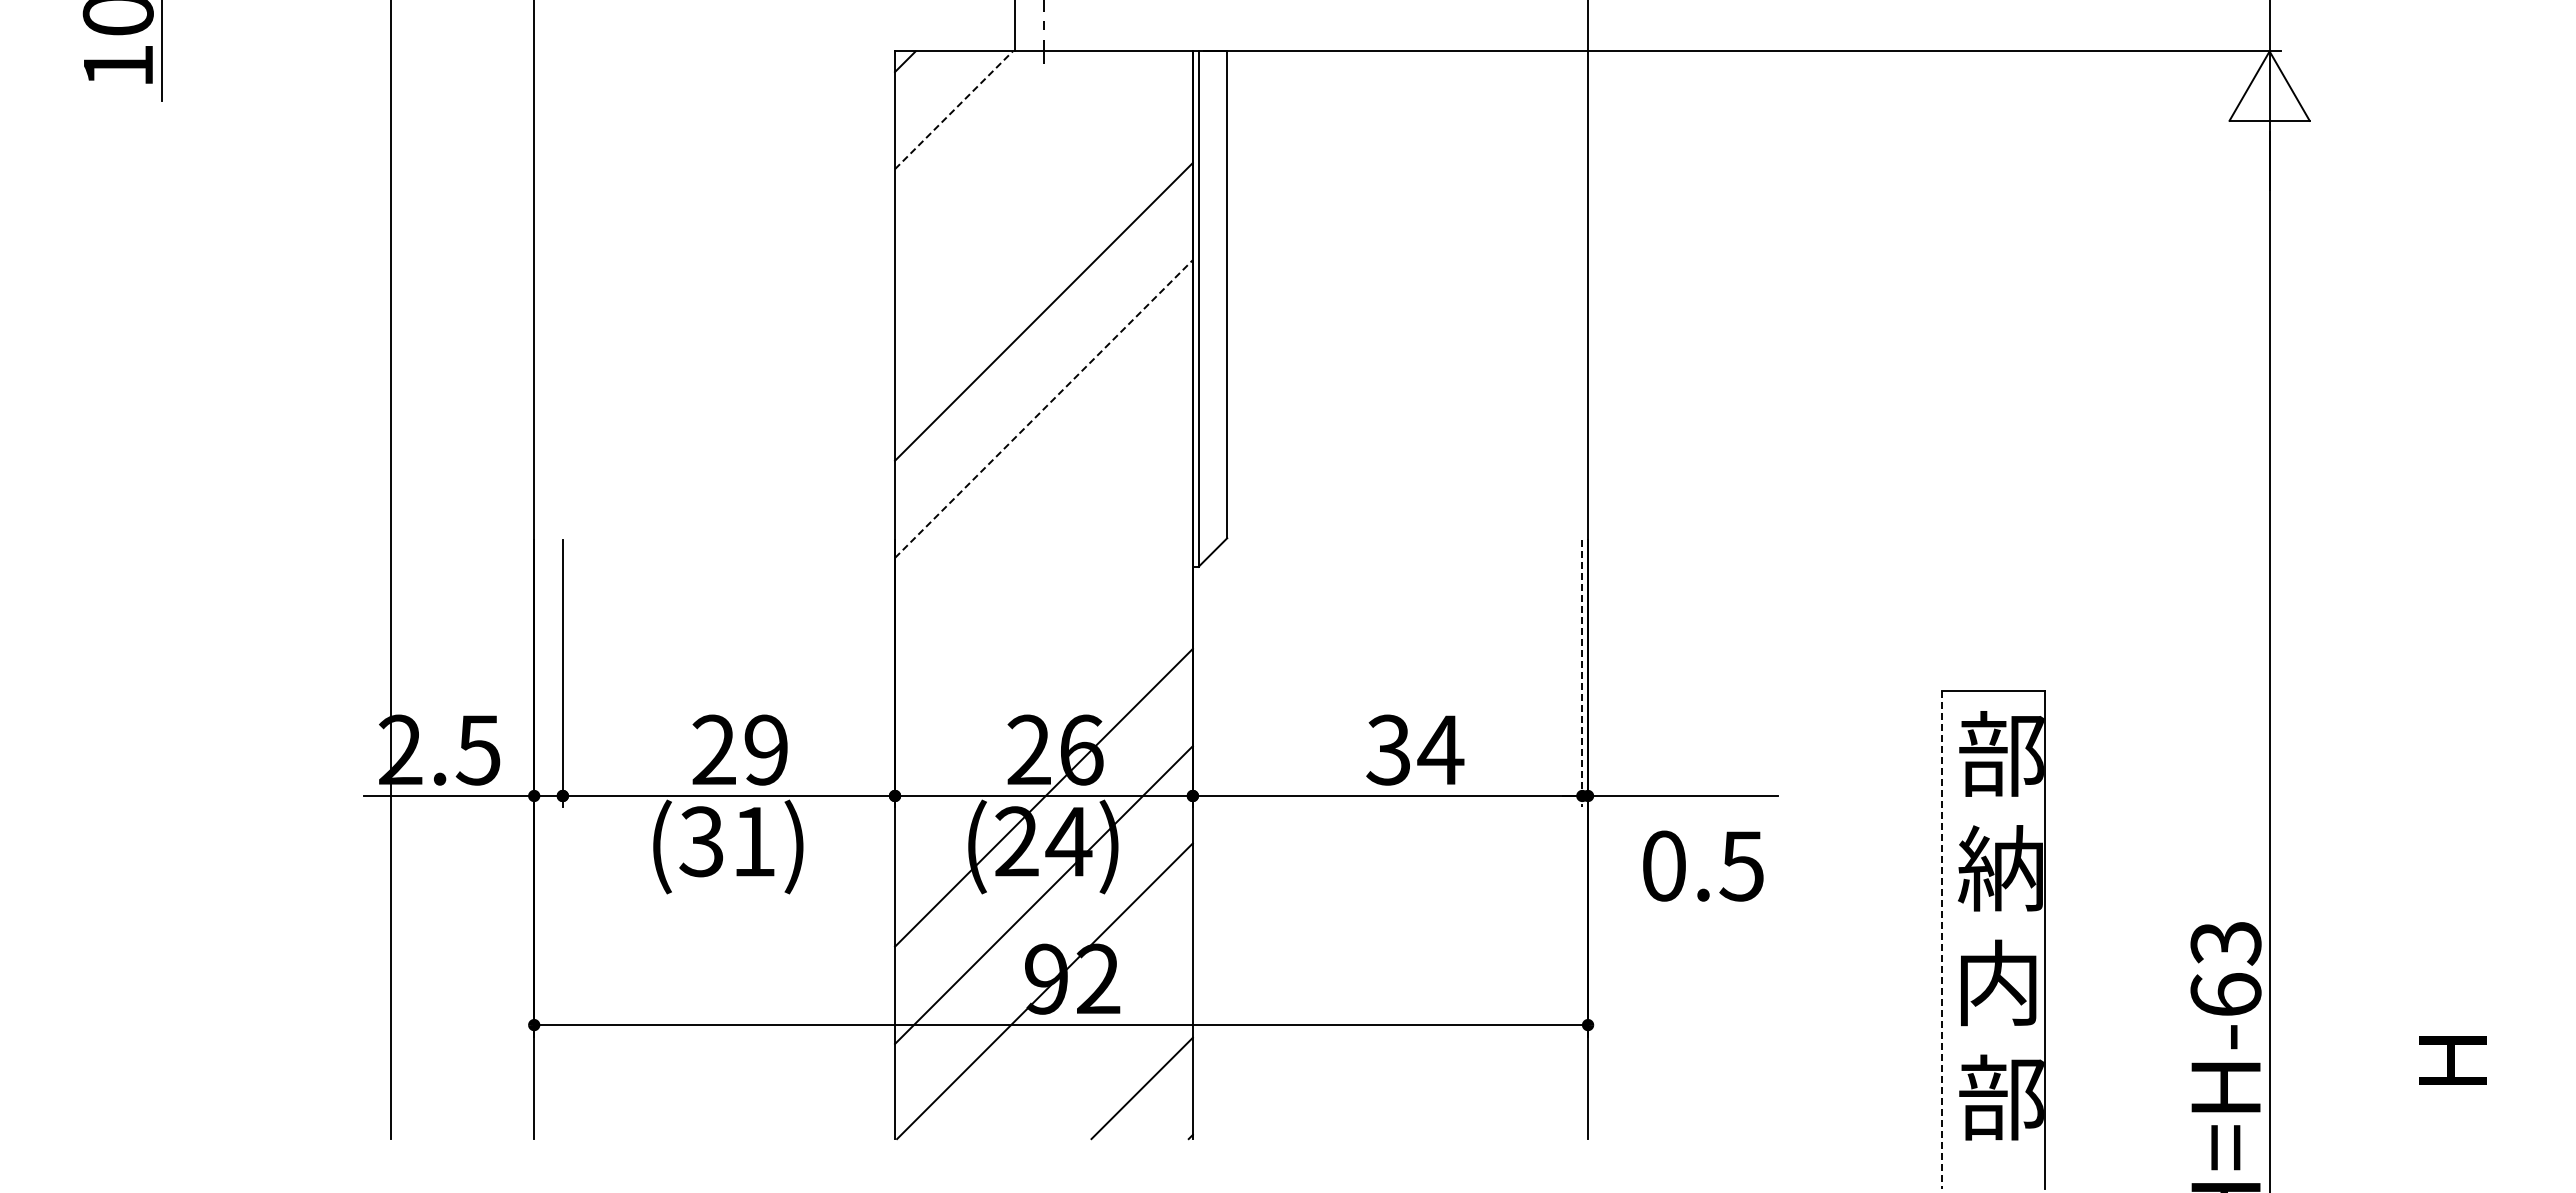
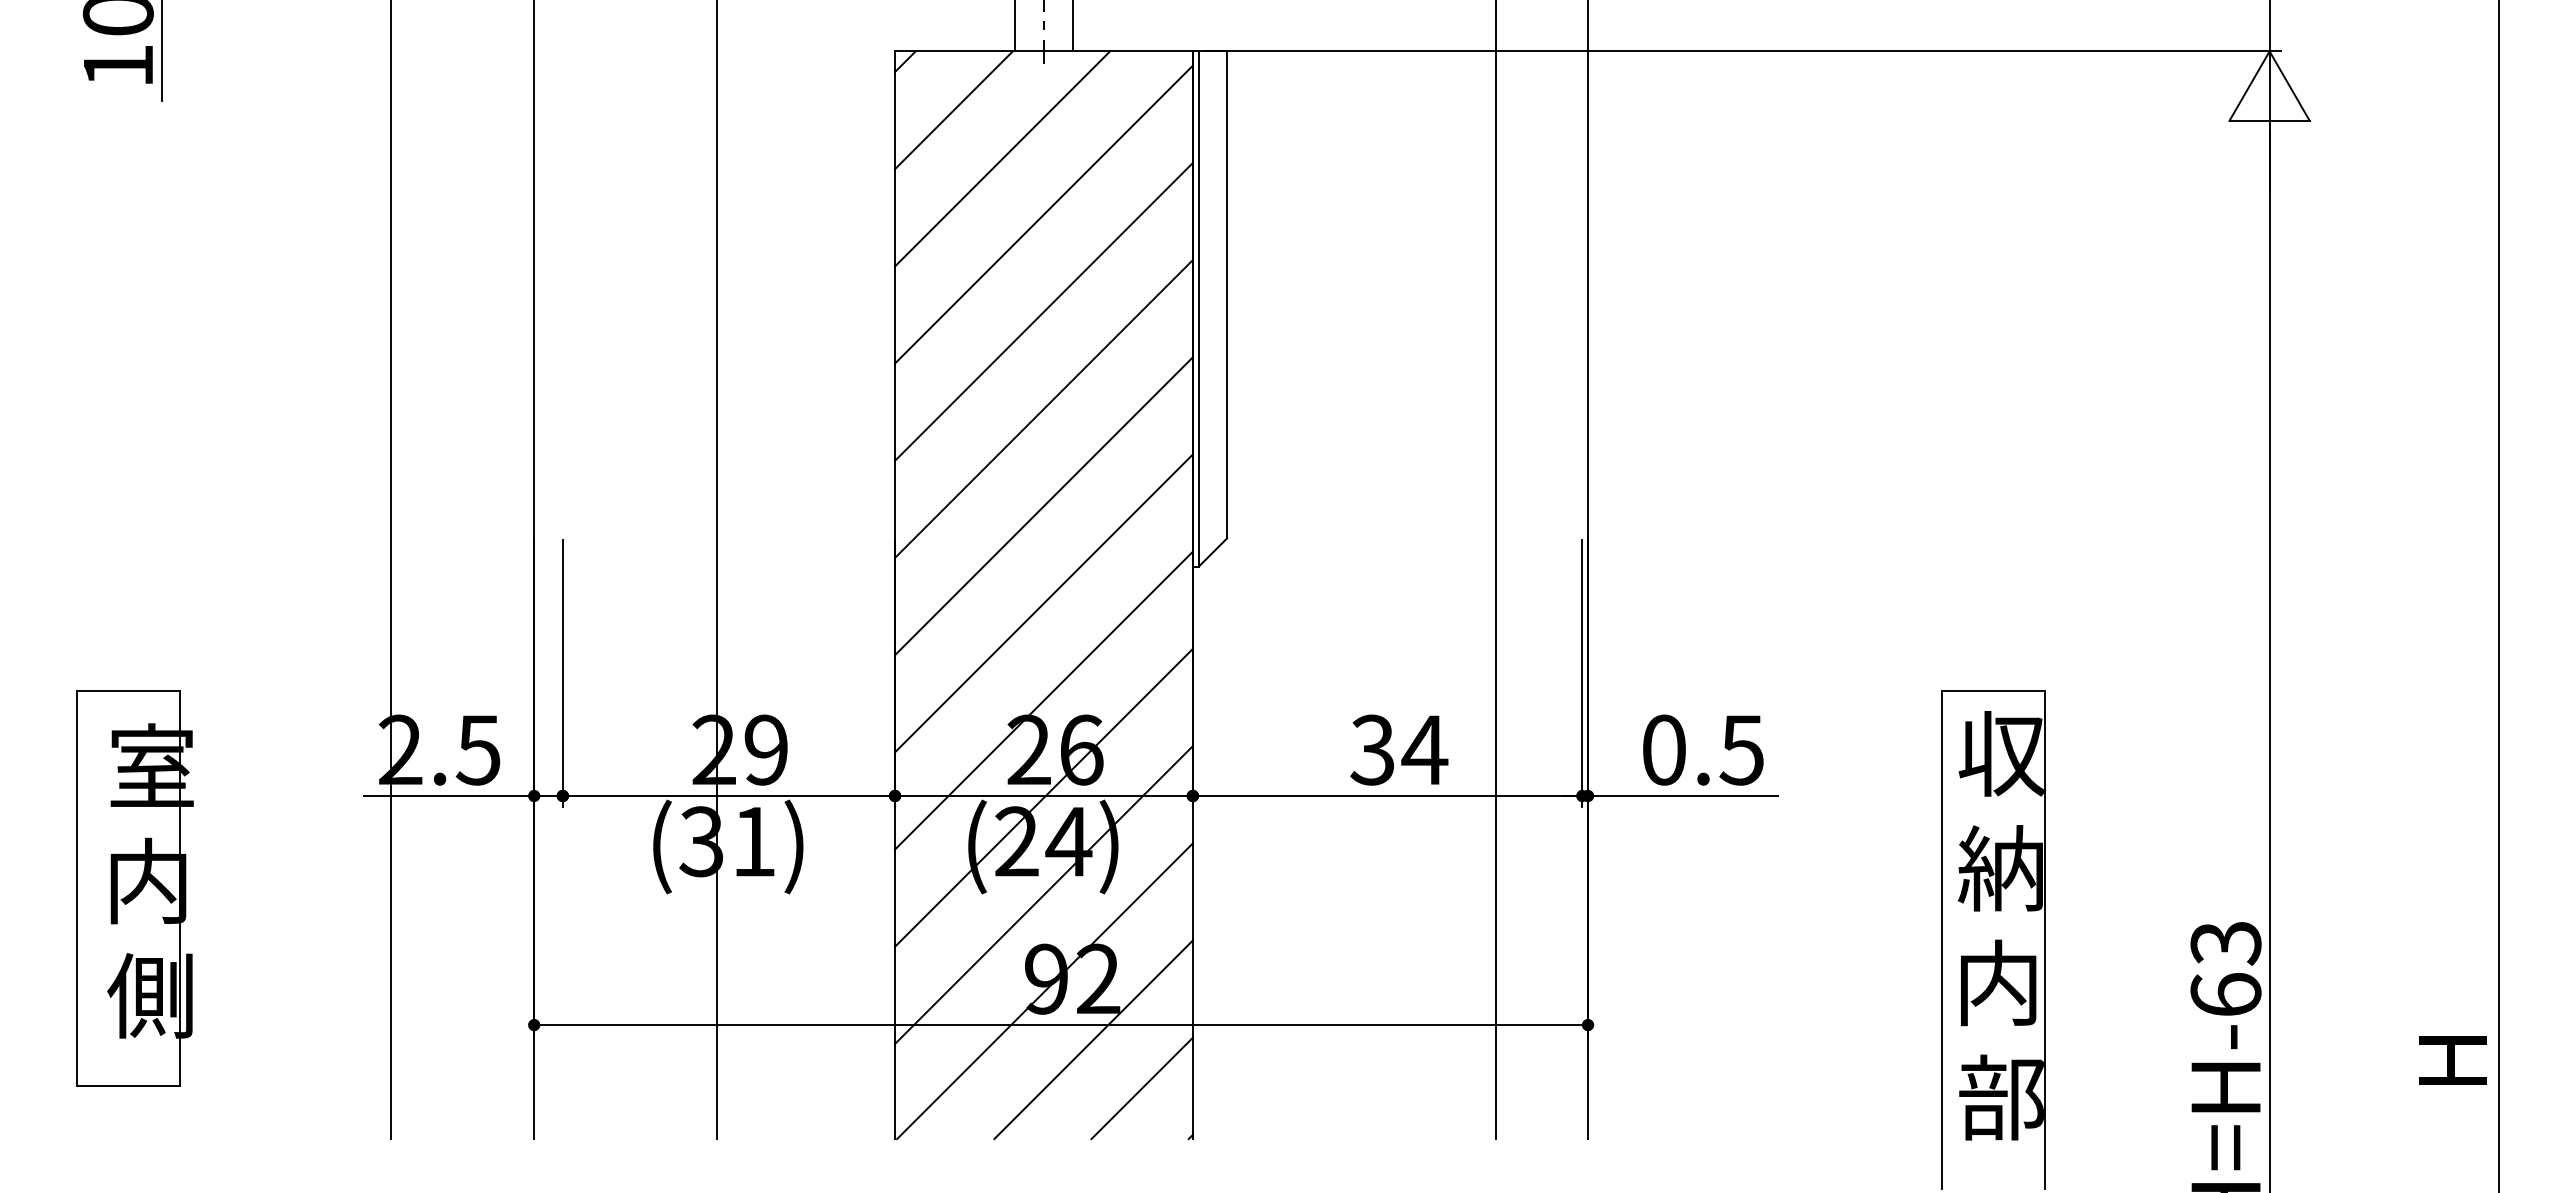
line at (1072, 26): none -> present
line at (954, 109): dashed -> solid
line at (1002, 158): none -> present
line at (1043, 214): none -> present
line at (1043, 409): dashed -> solid
line at (1043, 506): none -> present
line at (717, 570): none -> present
line at (1496, 570): none -> present
line at (2498, 595): none -> present
line at (1043, 603): none -> present
line at (1582, 673): dashed -> solid
line at (1043, 700): none -> present
text at (1415, 749) position: (1415, 749) -> (1399, 749)
text at (2002, 753): 部 -> 収
text at (1703, 865) position: (1703, 865) -> (1703, 749)
part at (134, 888): none -> present
line at (1942, 940): dashed -> solid
line at (1093, 1039): none -> present
